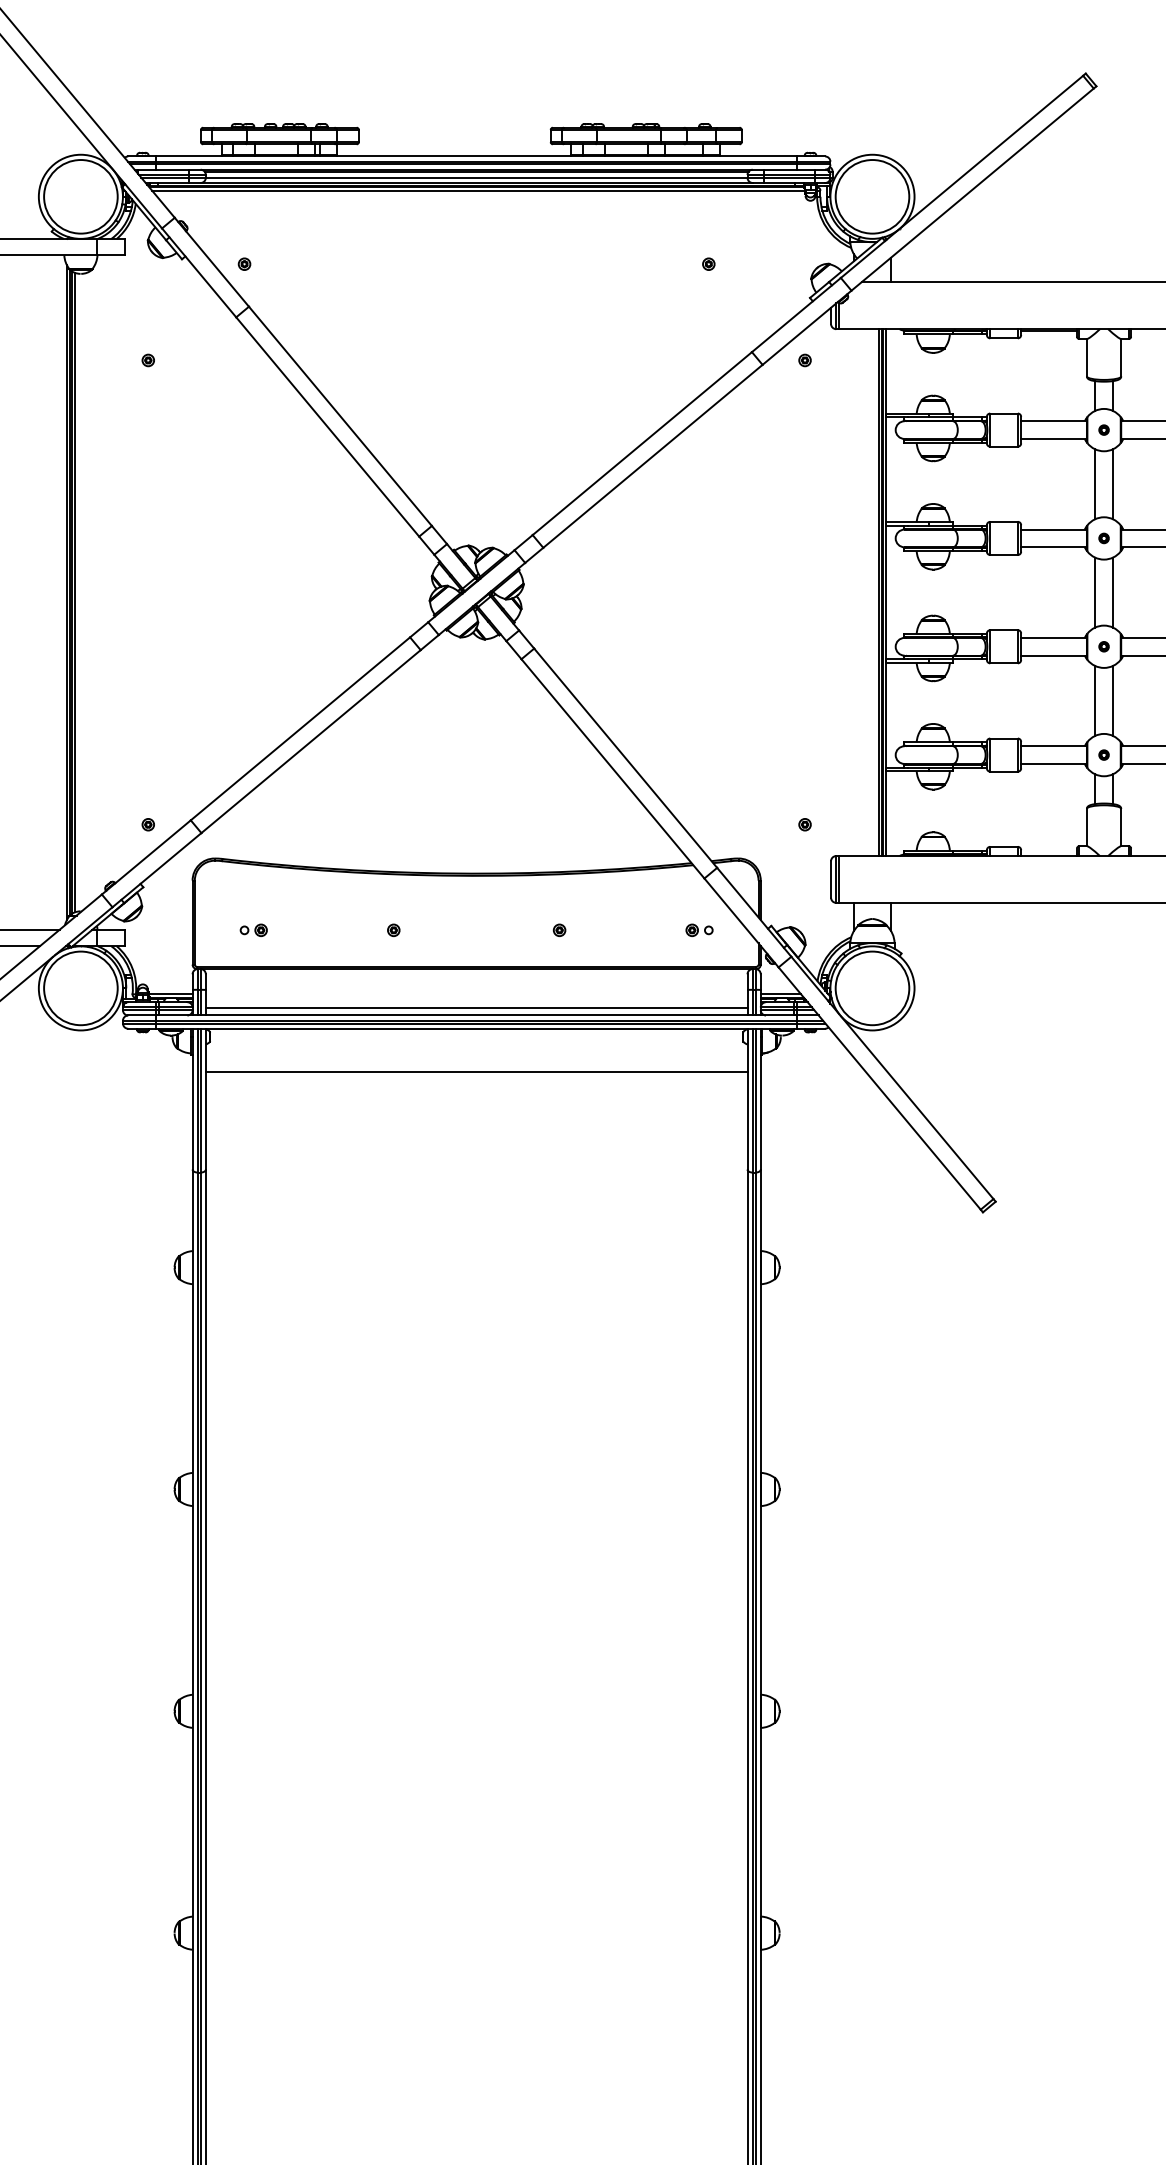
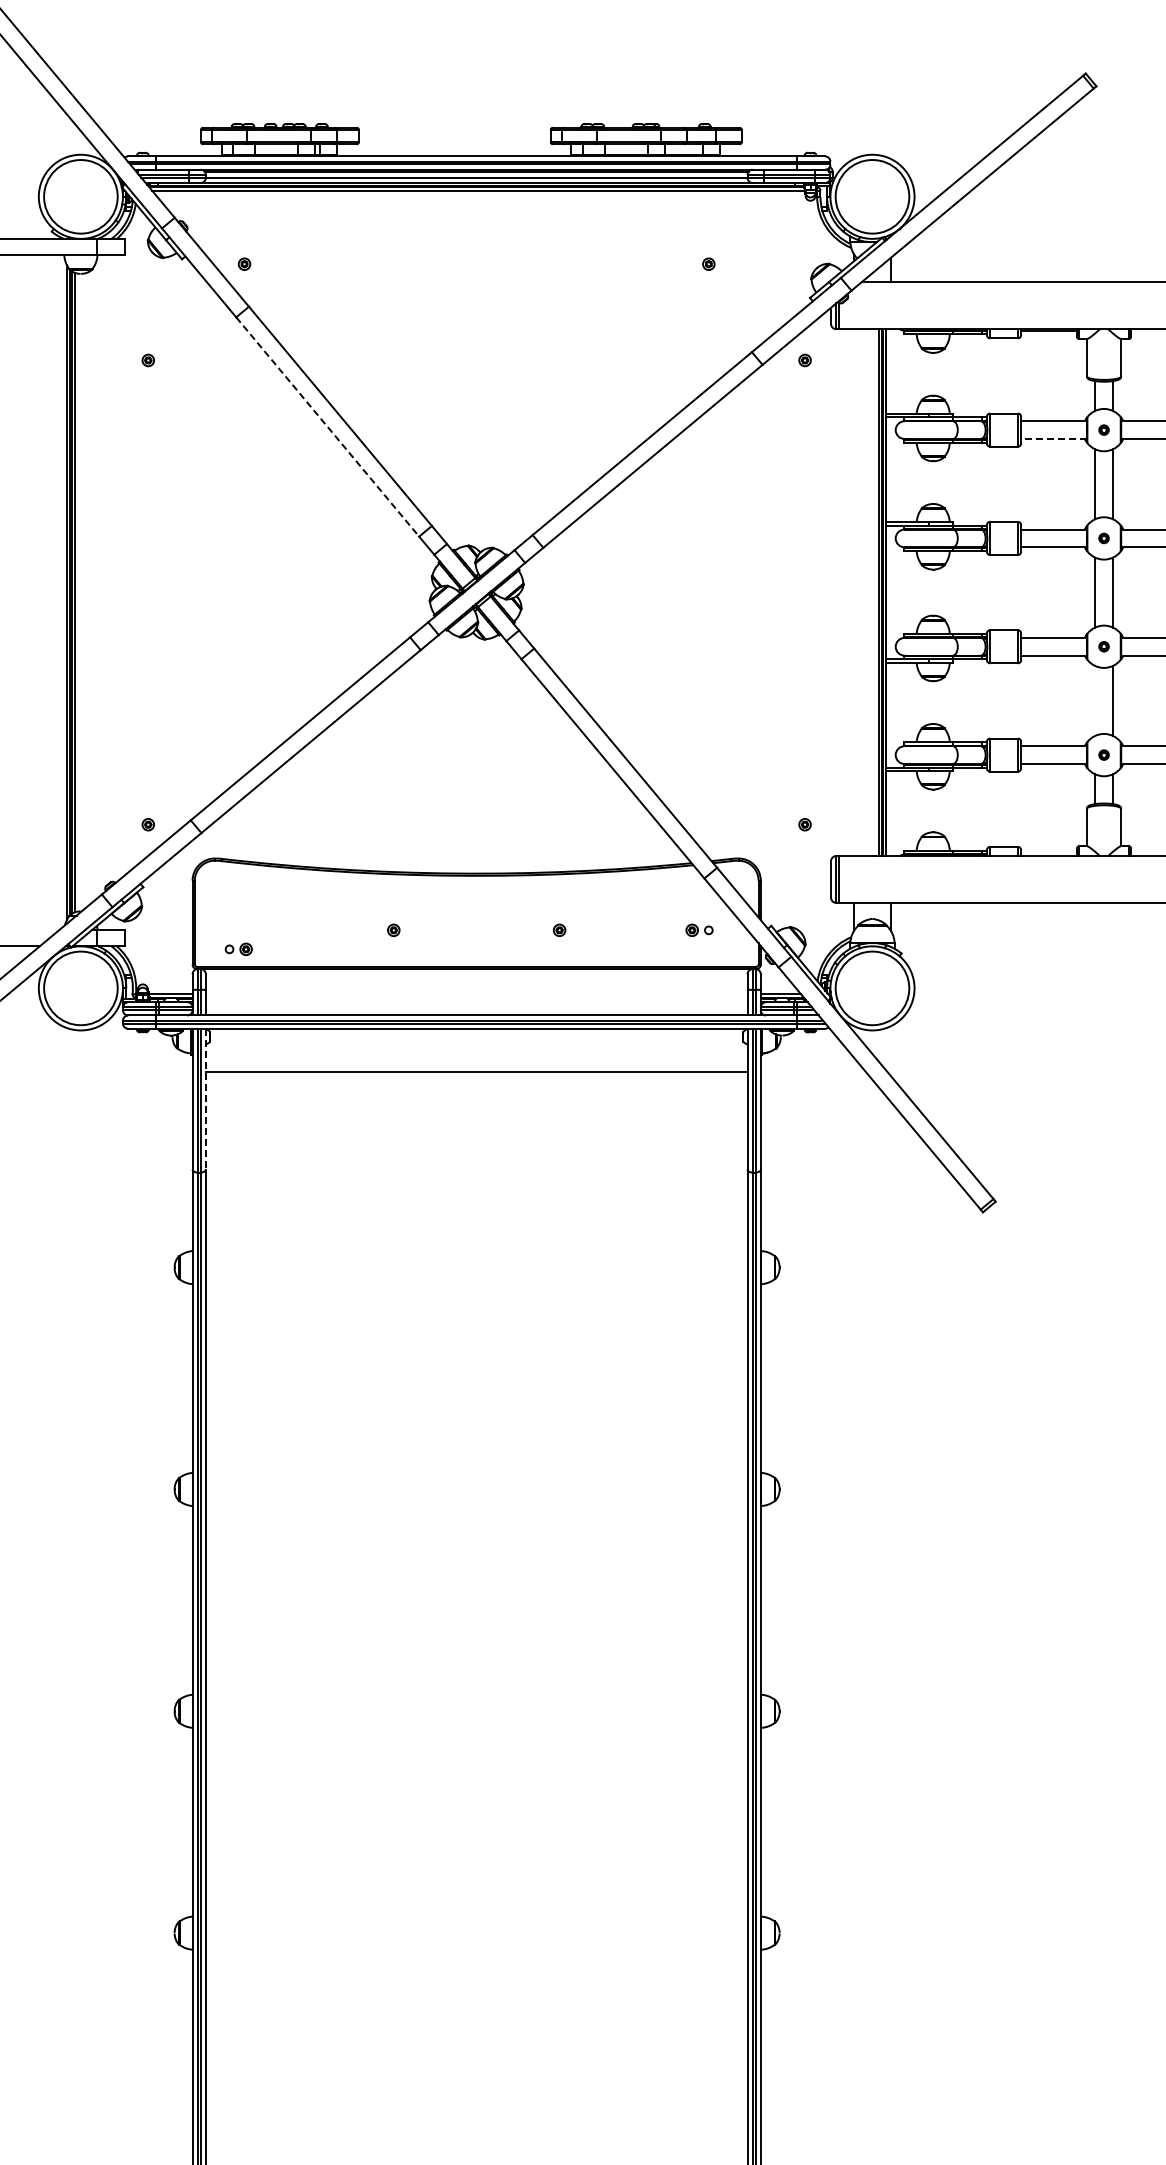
line at (327, 426): solid -> dashed
line at (1054, 438): solid -> dashed
line at (1095, 700): present -> none
line at (30, 929): present -> none
part at (253, 929) position: (253, 929) -> (238, 948)
line at (476, 1007): present -> none
line at (205, 1099): solid -> dashed
